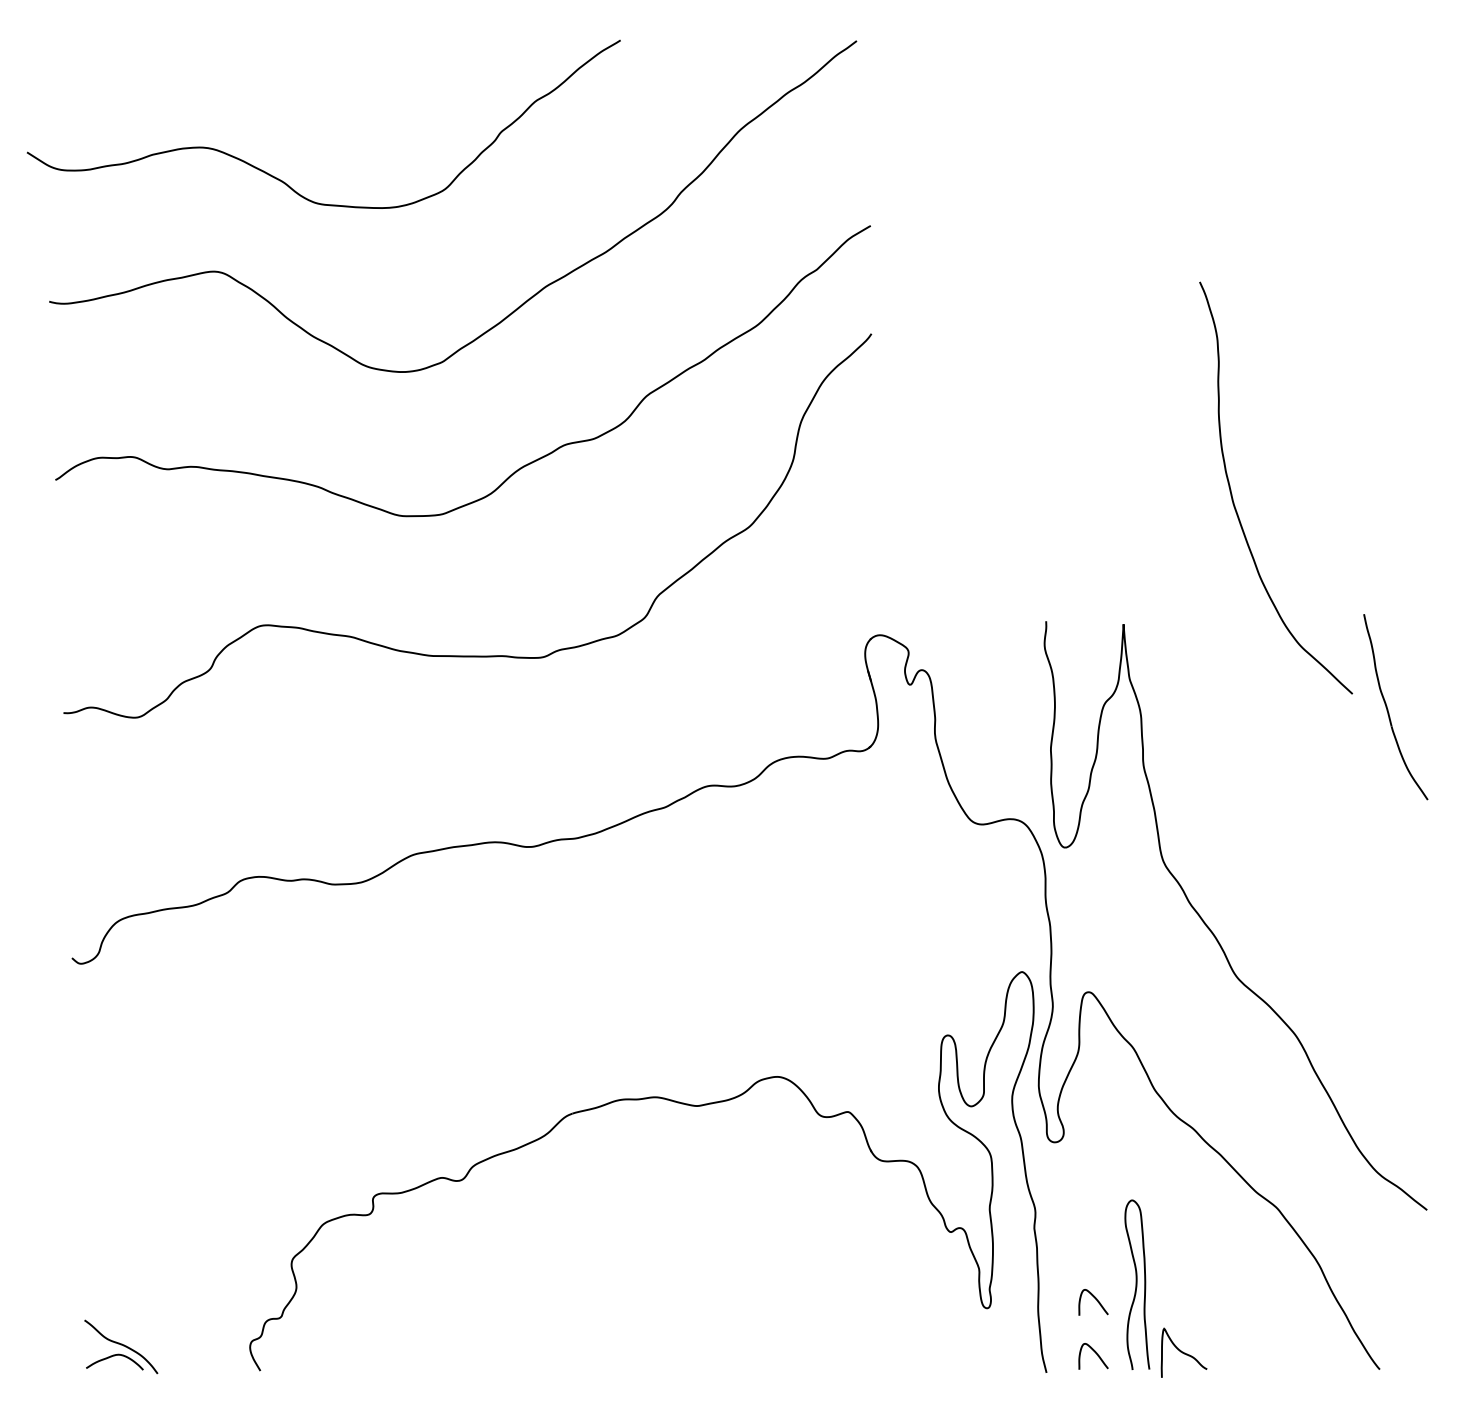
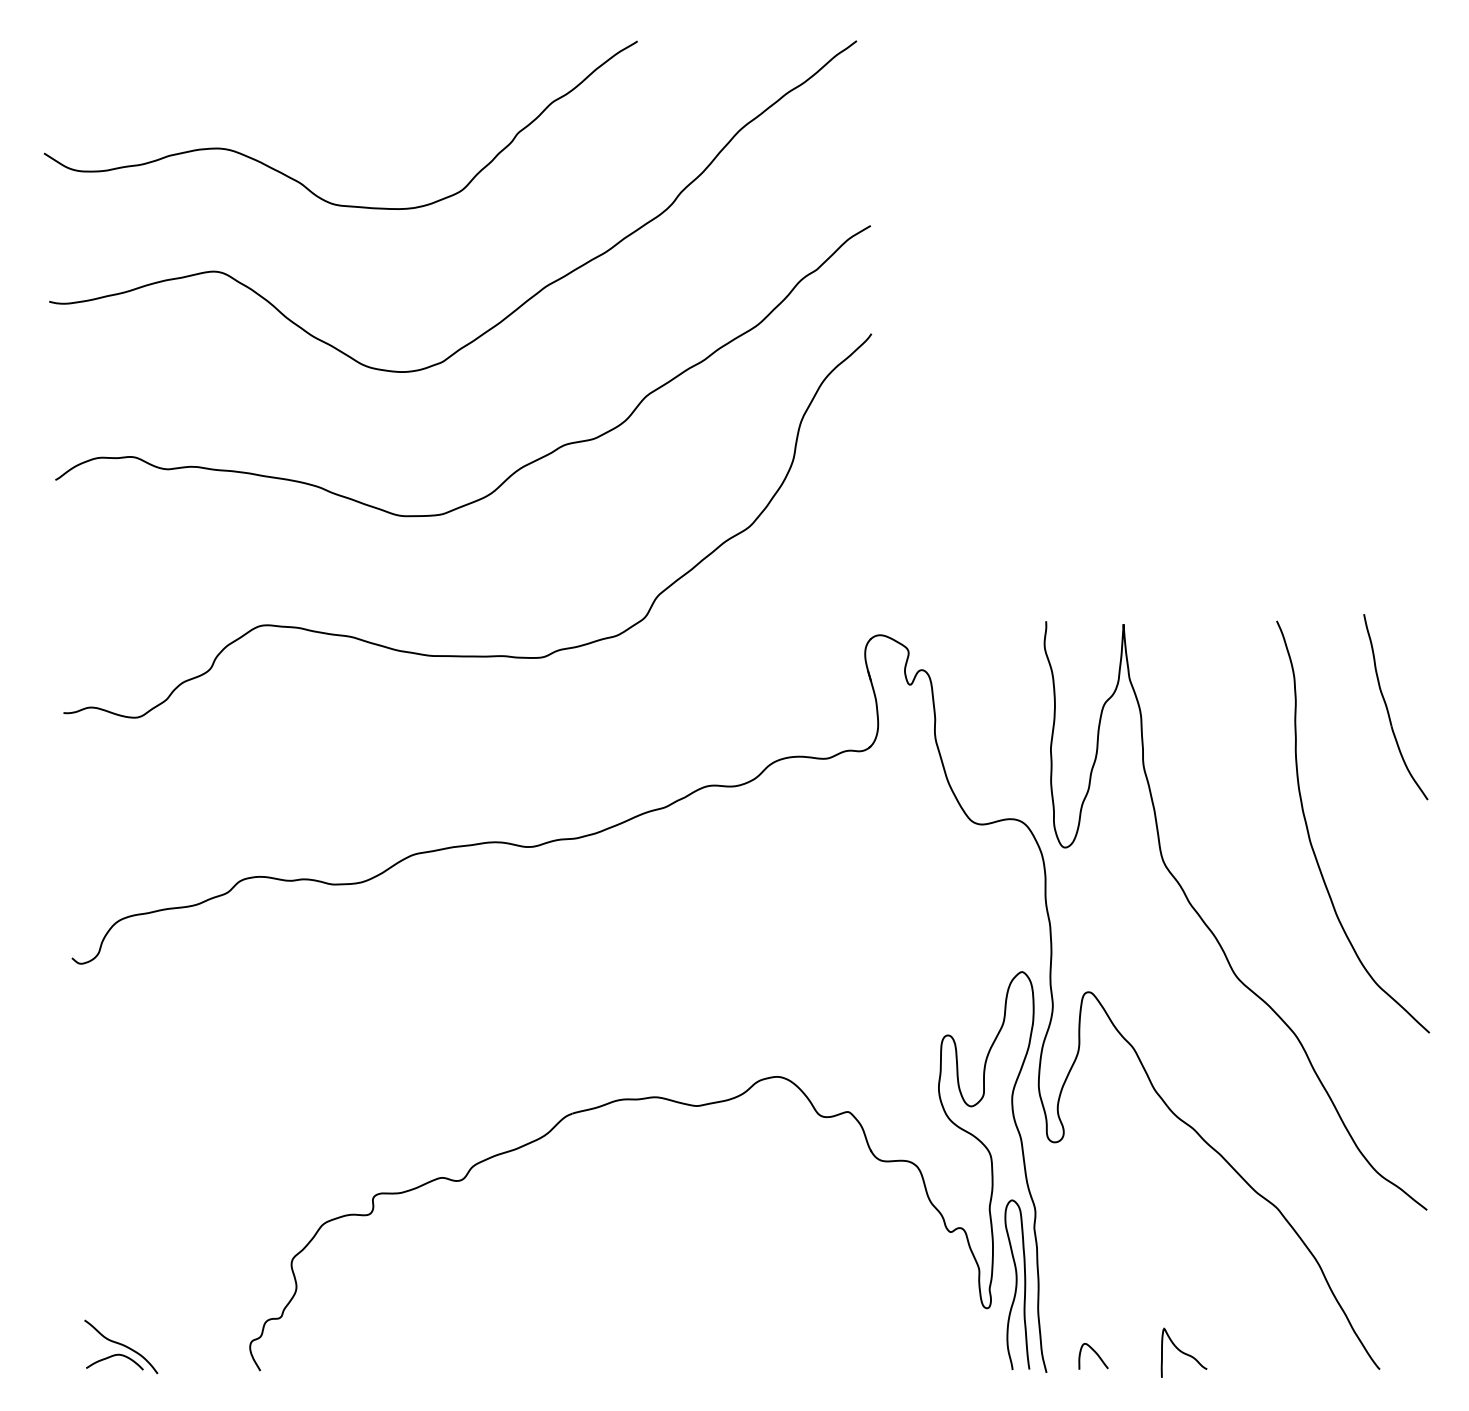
curve at (284, 181) position: (284, 181) -> (301, 182)
curve at (1233, 498) position: (1233, 498) -> (1310, 837)
curve at (1137, 1284) position: (1137, 1284) -> (1017, 1284)
curve at (1095, 1299): present -> none
